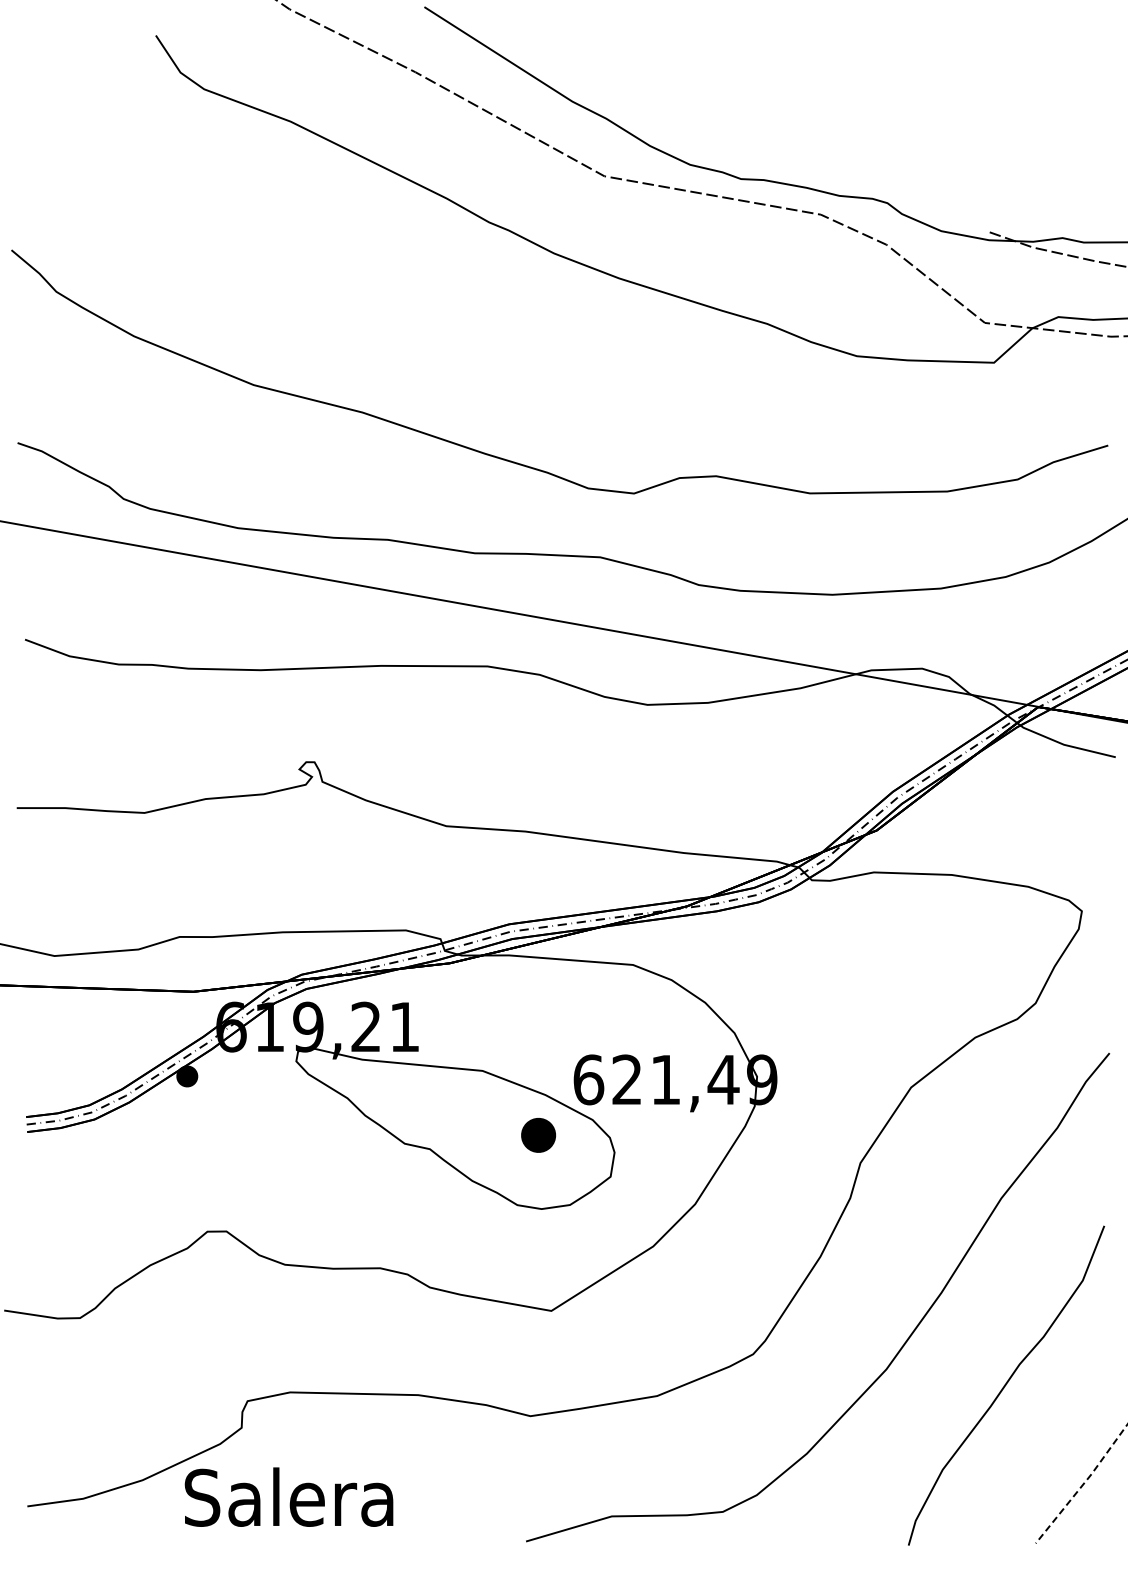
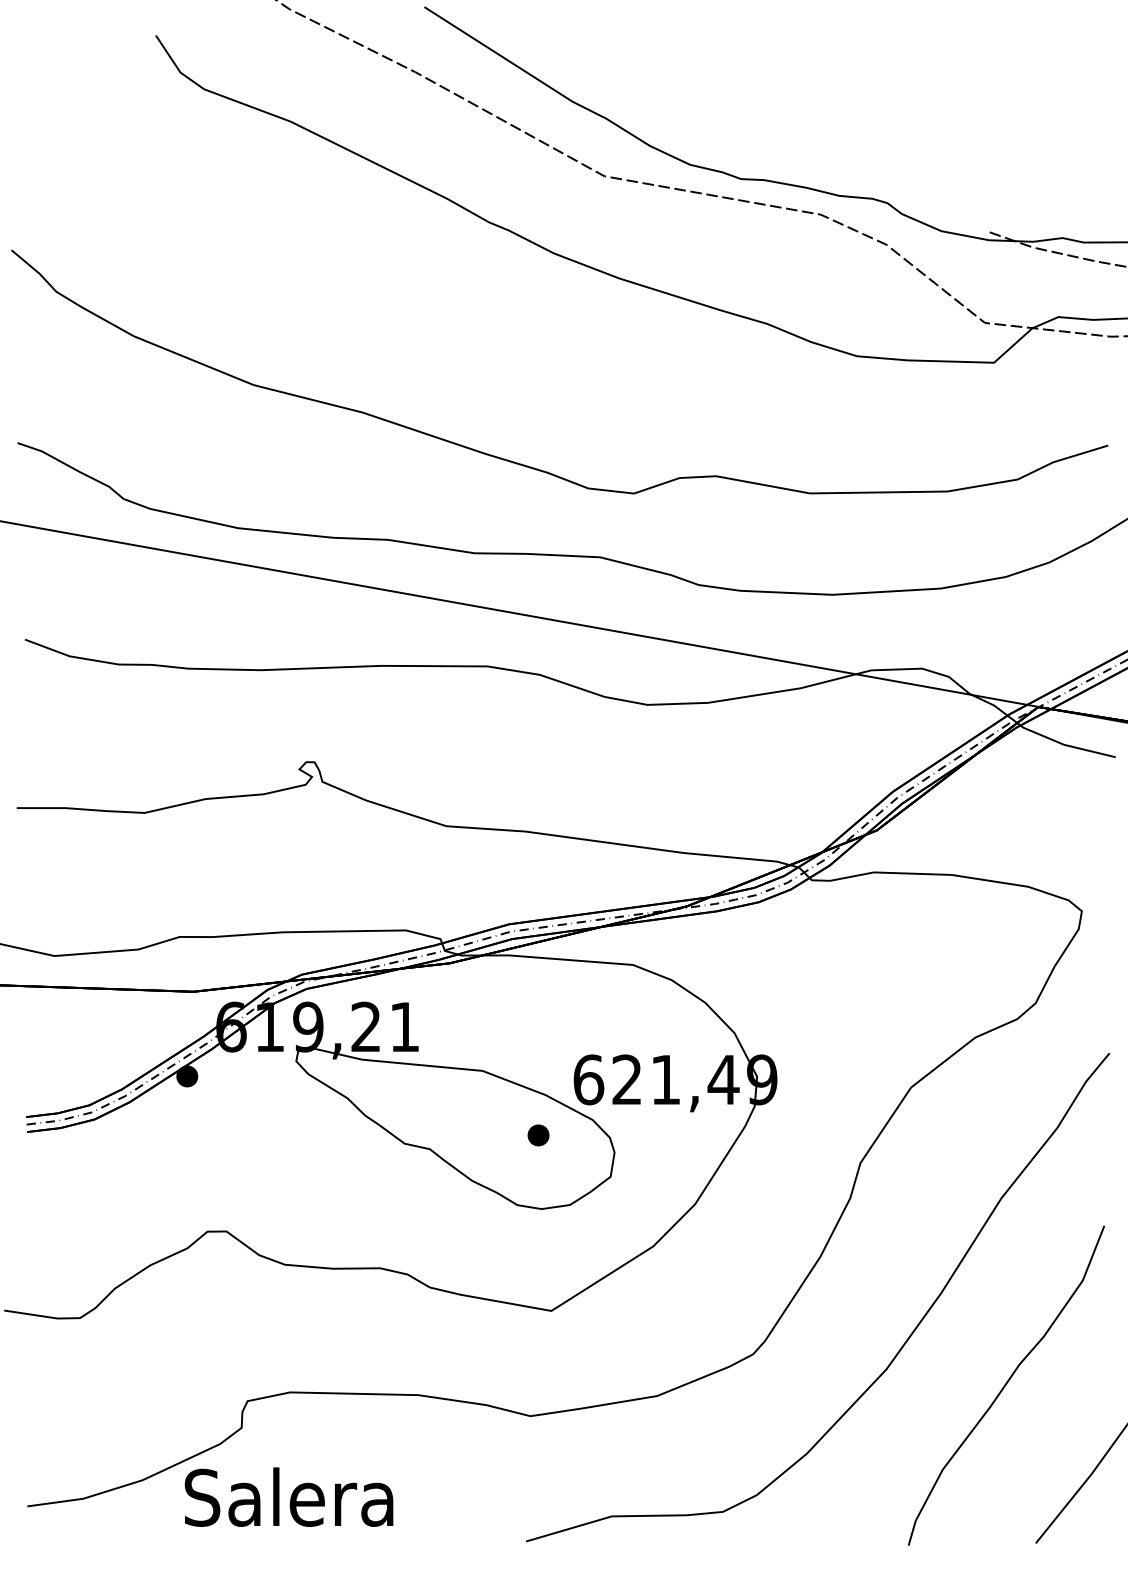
part at (538, 1135) size: 36x35 px -> 23x23 px
line at (1082, 1484): dashed -> solid
